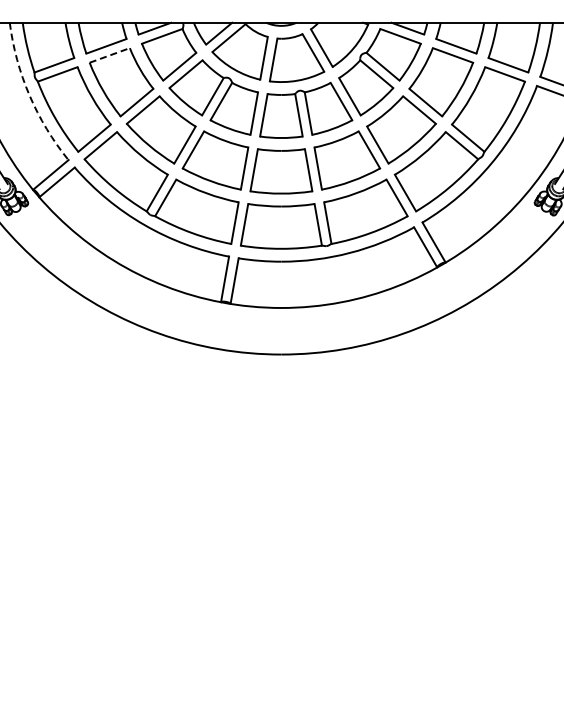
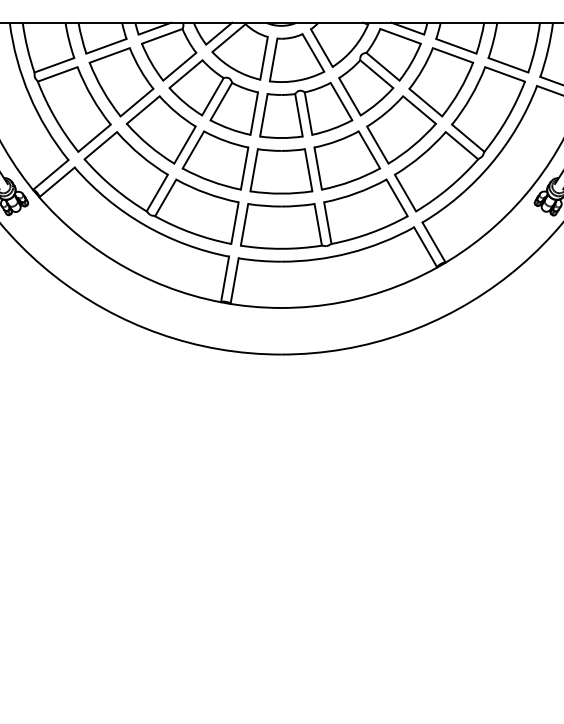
line at (110, 55): dashed -> solid
arc at (29, 95): dashed -> solid
